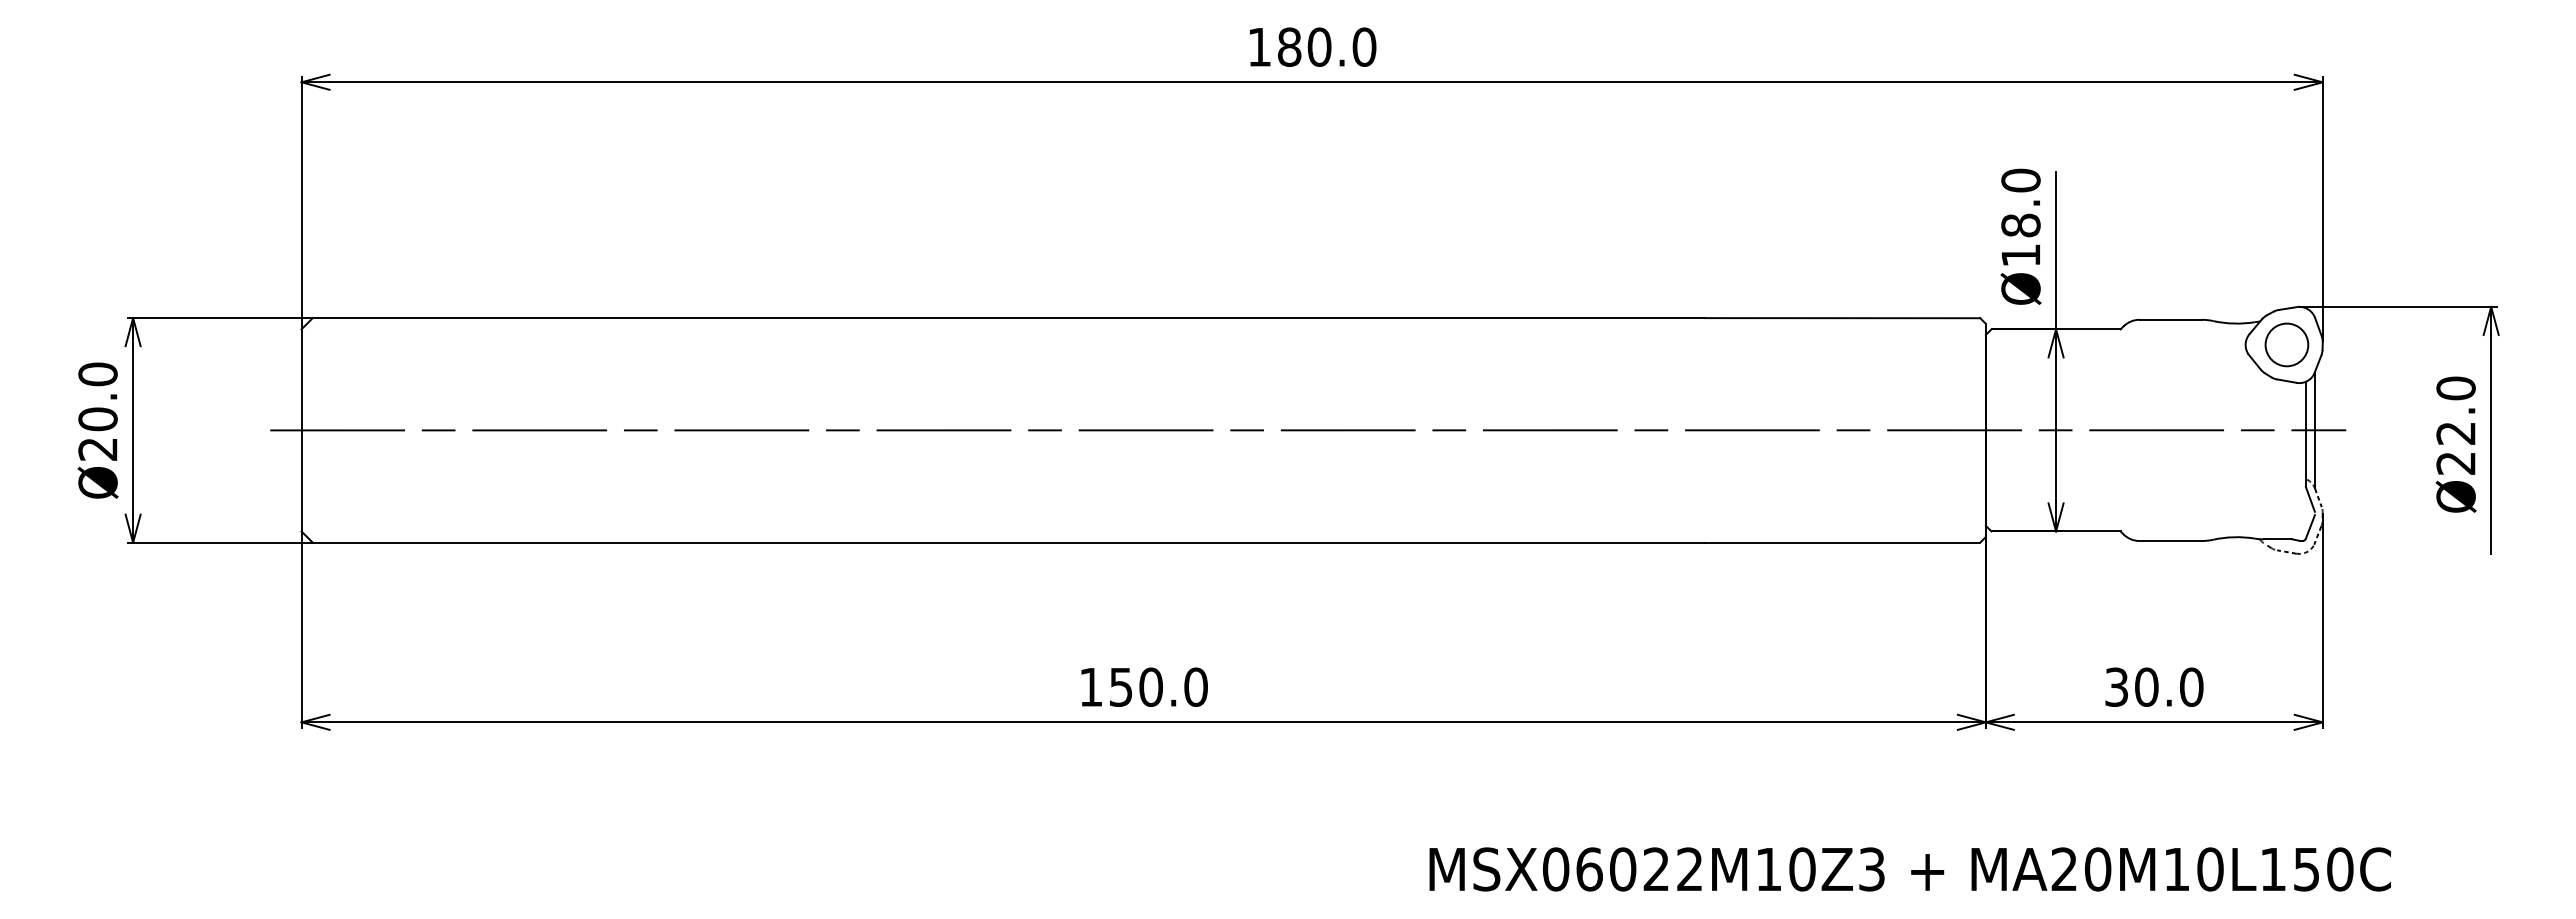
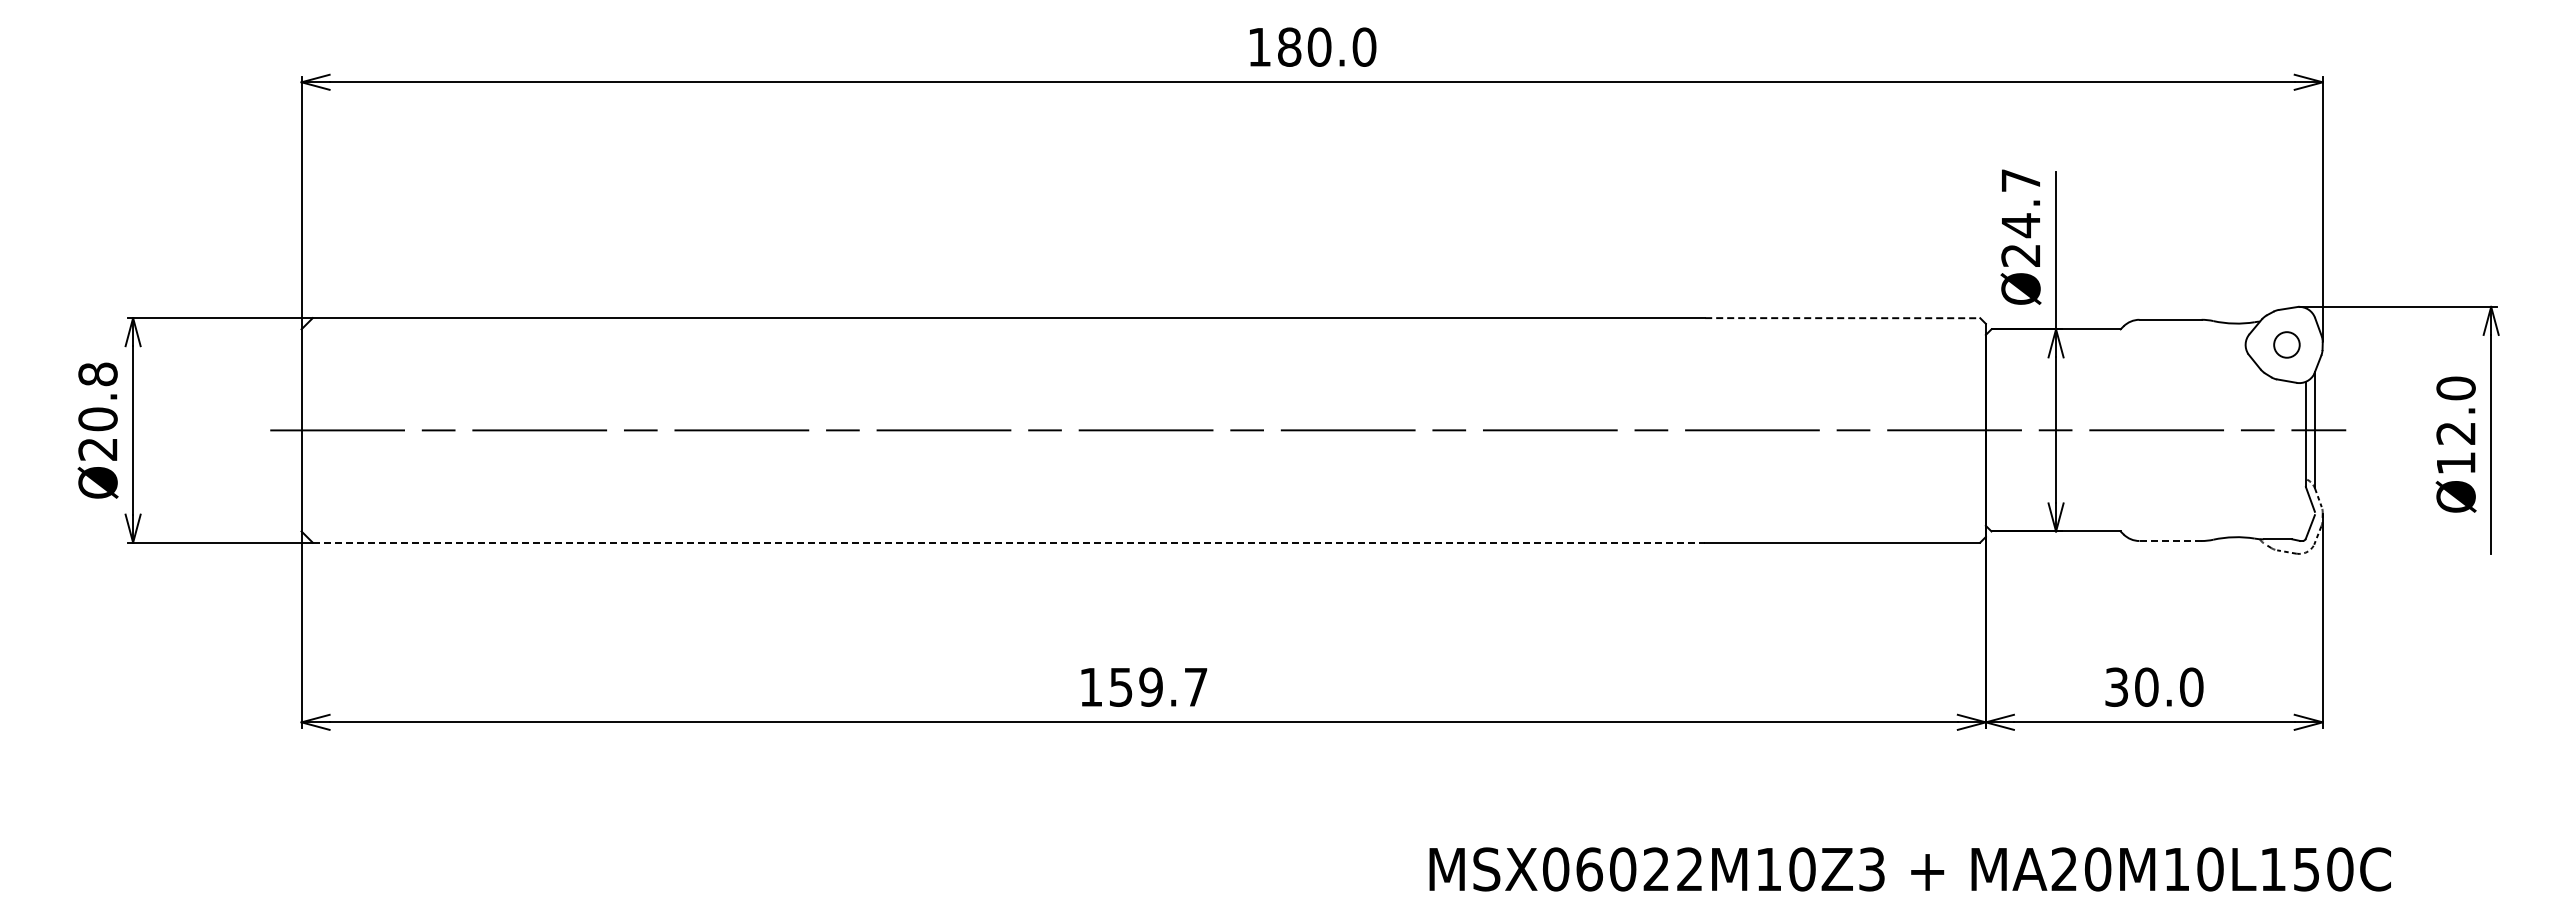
text at (2020, 217): Ø18.0 -> Ø24.7
line at (1842, 318): solid -> dashed
circle at (2286, 344) diameter: 43 px -> 26 px
text at (97, 374): Ø20.0 -> Ø20.8
text at (2455, 463): Ø22.0 -> Ø12.0
line at (2171, 541): solid -> dashed
line at (1009, 542): solid -> dashed
text at (1173, 686): 150.0 -> 159.7
